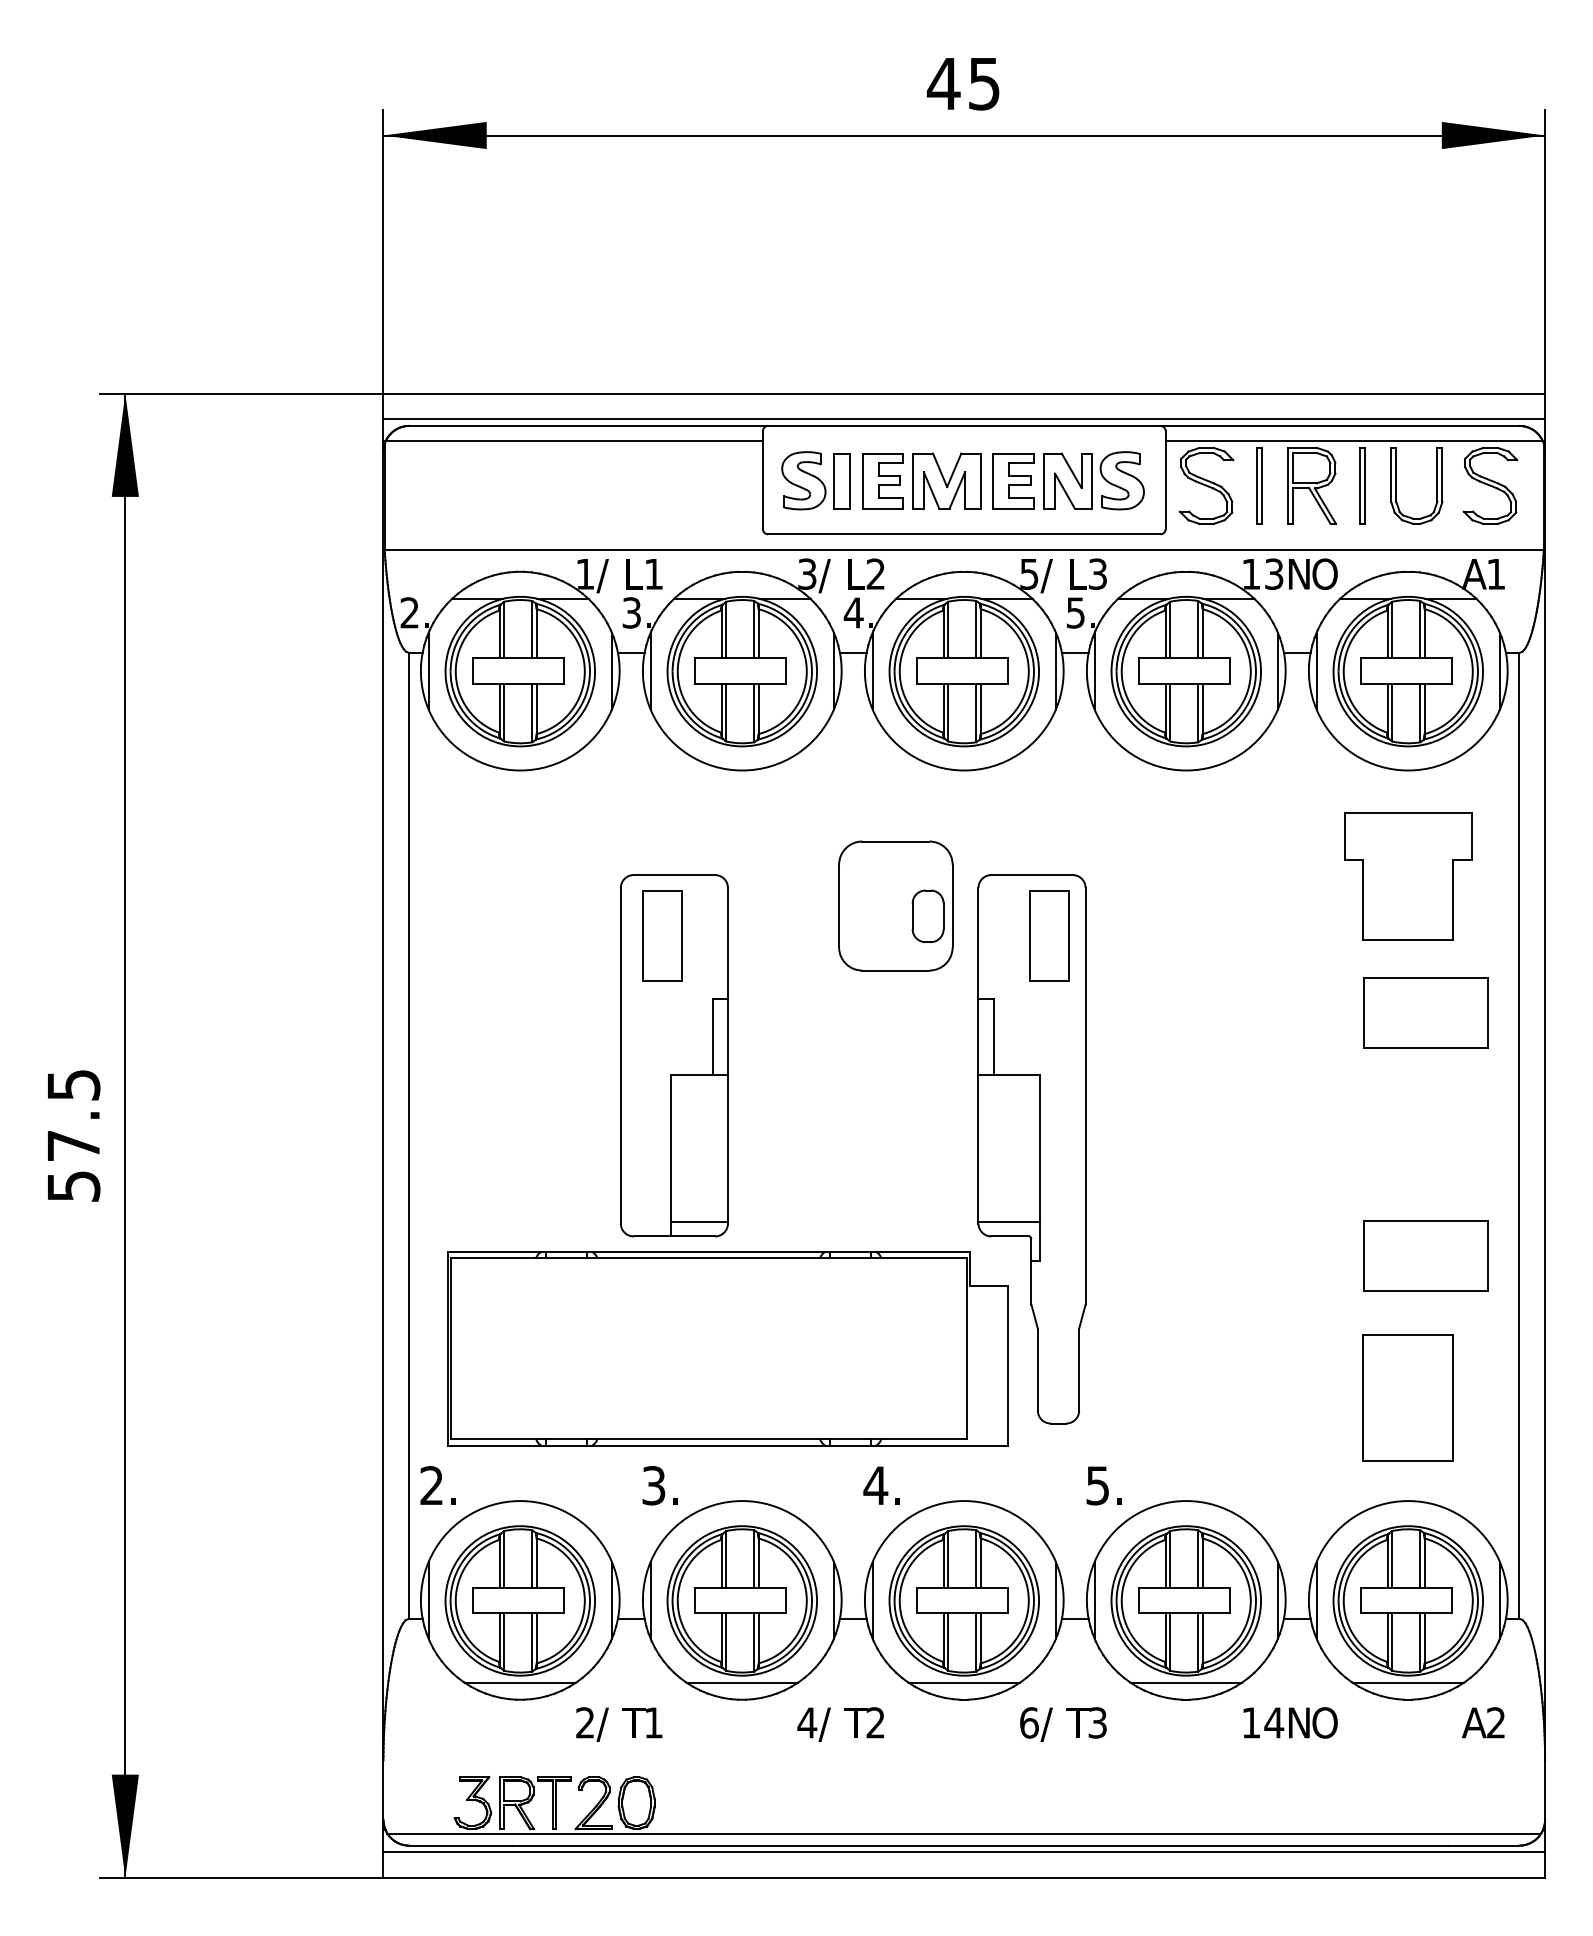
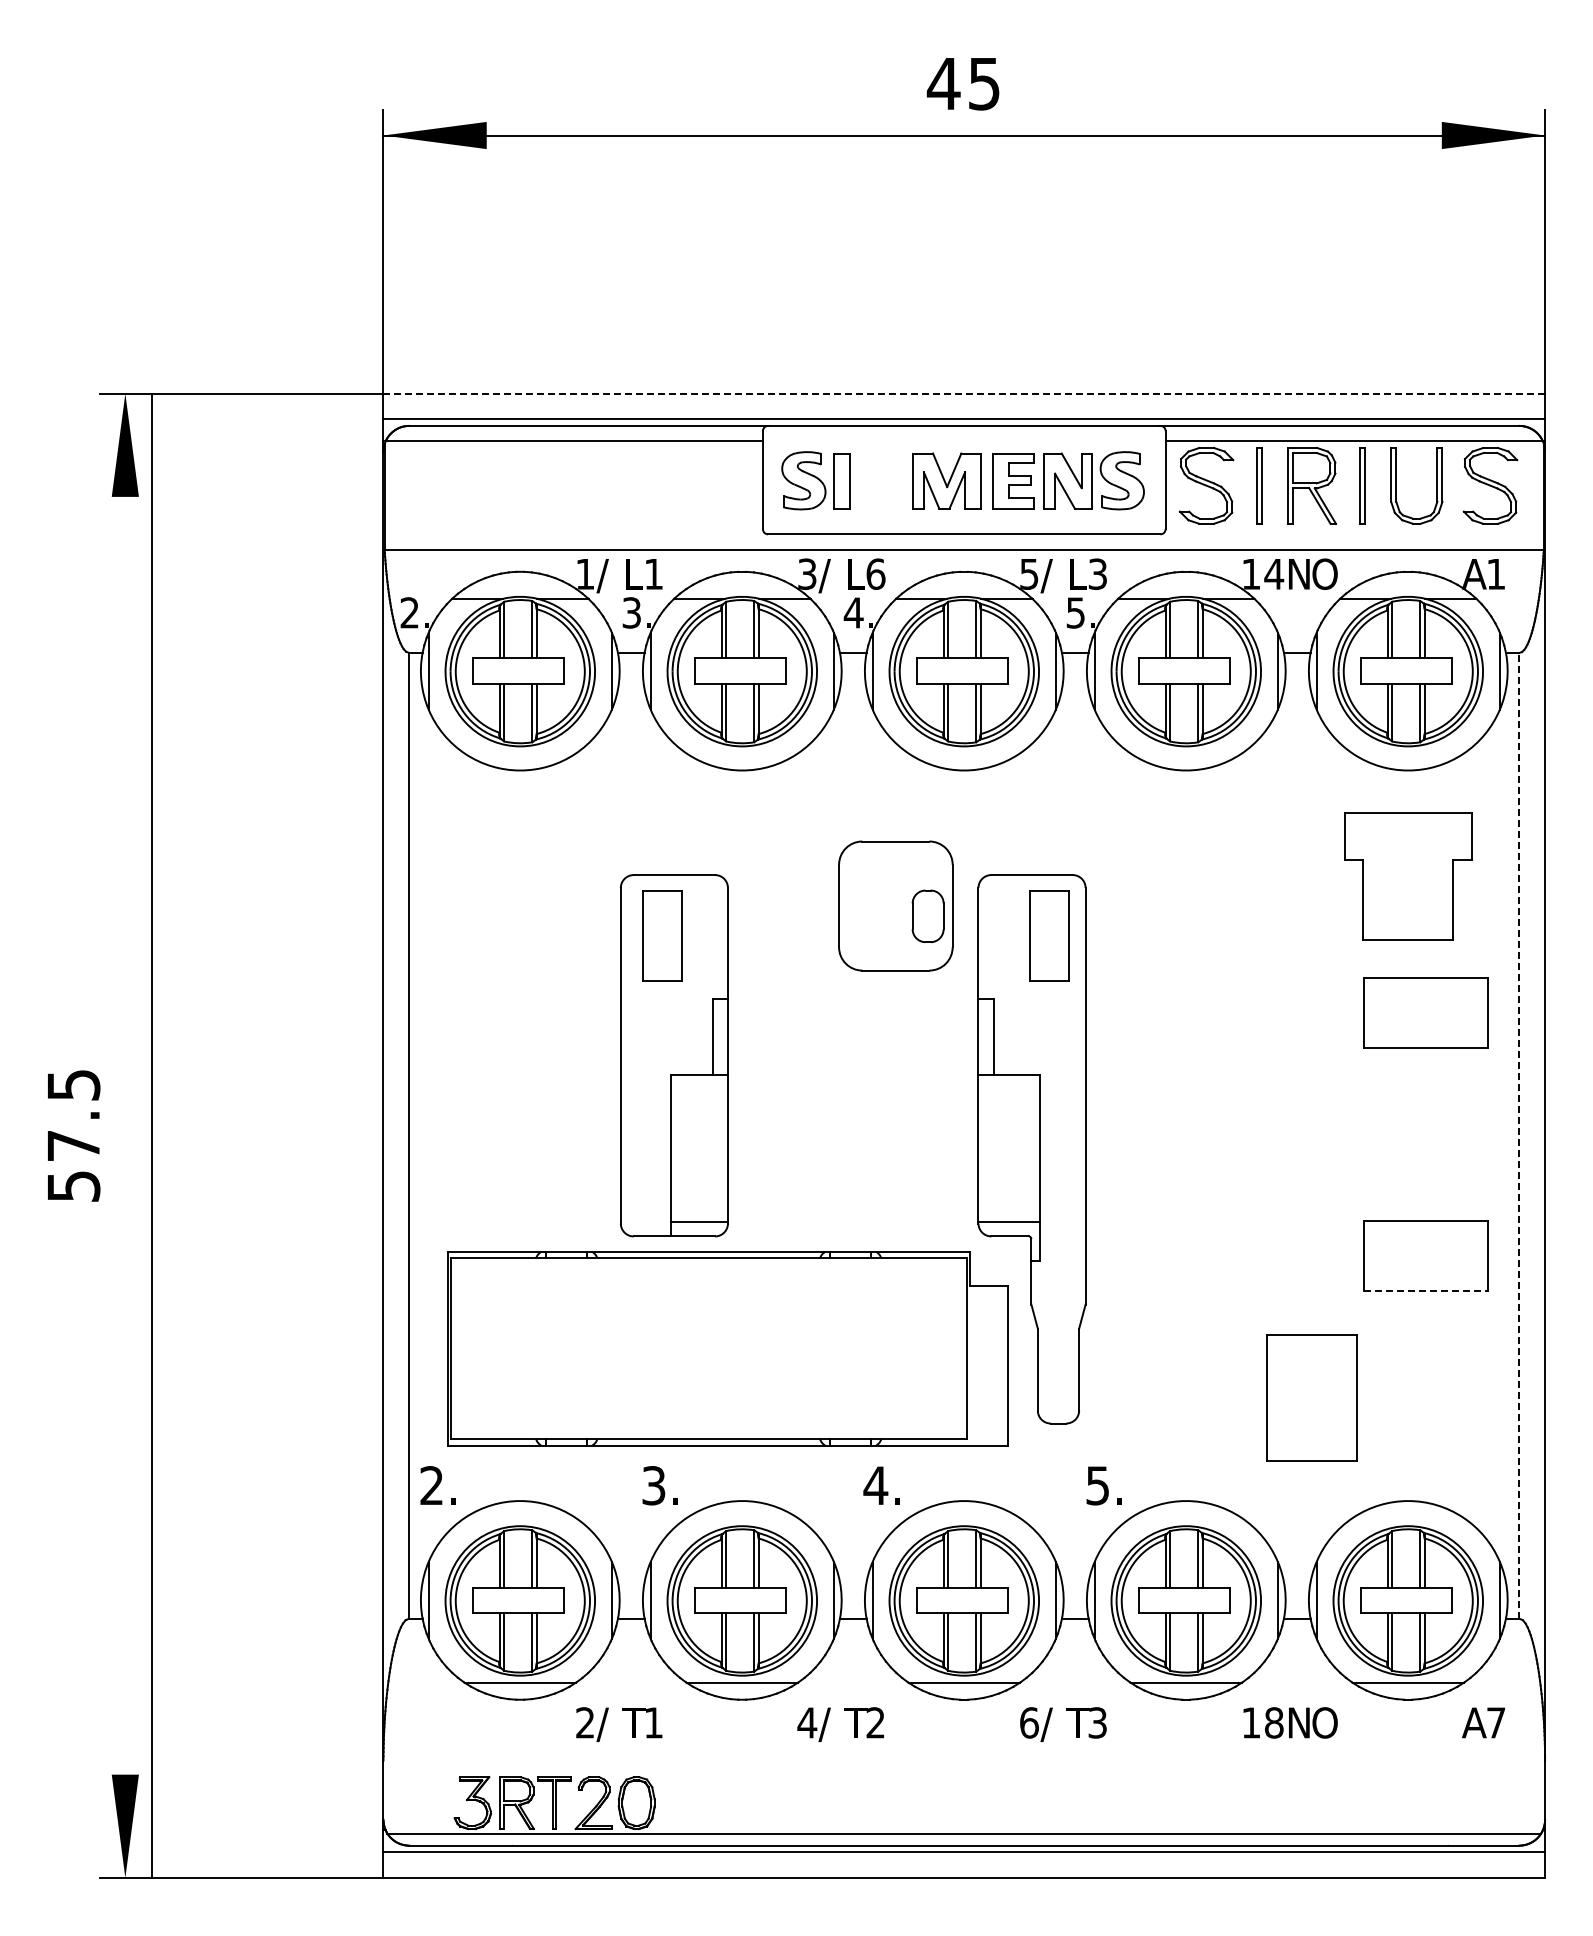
line at (964, 393): solid -> dashed
part at (882, 481): present -> none
text at (875, 573): 2 -> 6
text at (1274, 573): 3 -> 4
line at (125, 1135) position: (125, 1135) -> (152, 1135)
line at (1519, 1135): solid -> dashed
line at (1426, 1290): solid -> dashed
part at (1407, 1397) position: (1407, 1397) -> (1311, 1397)
text at (1274, 1722): 4 -> 8
text at (1496, 1722): 2 -> 7
